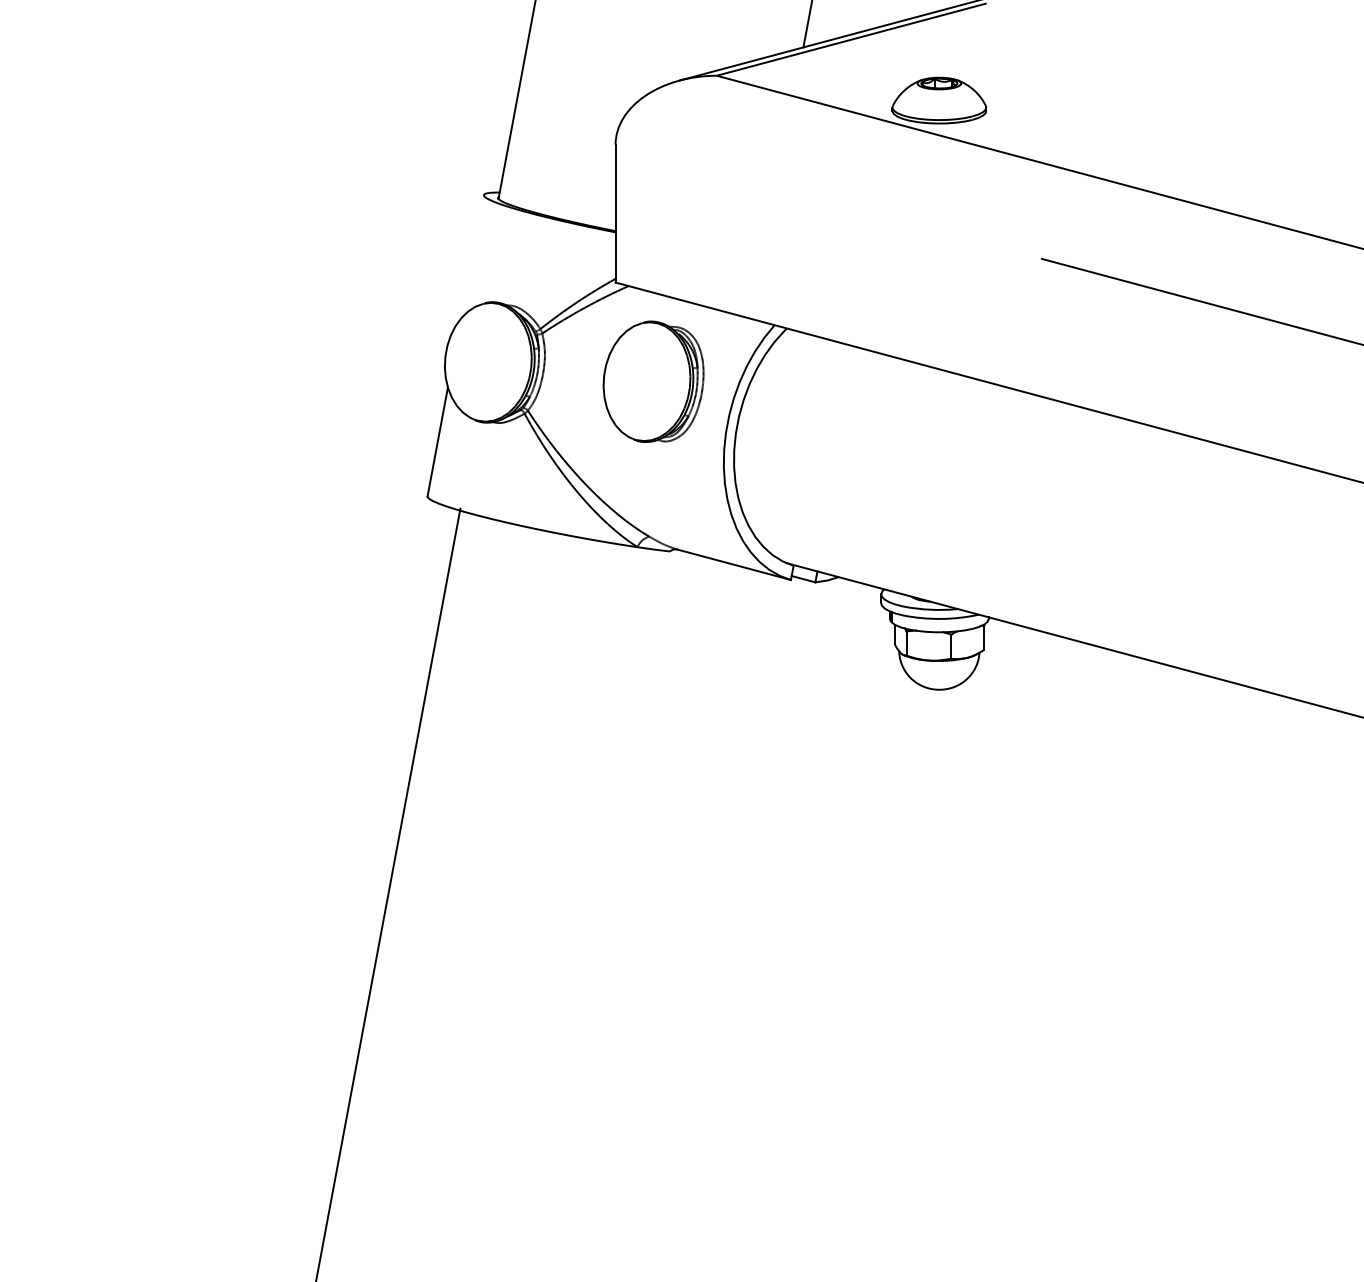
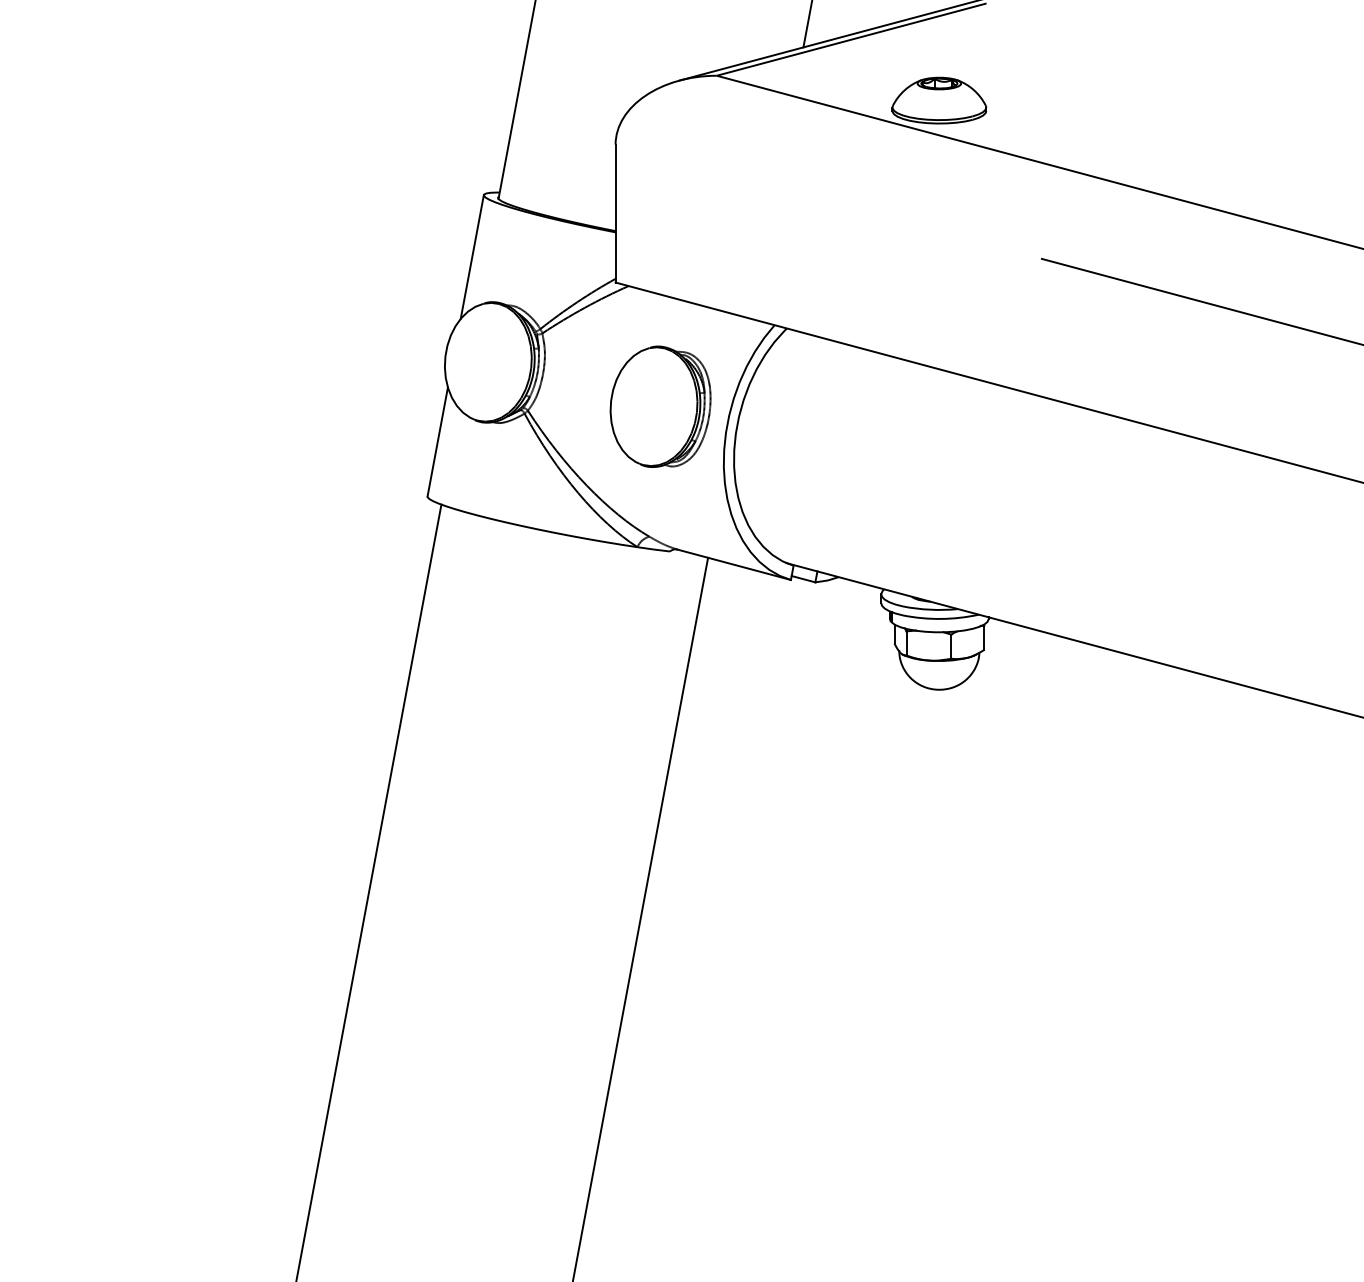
line at (471, 256): none -> present
part at (653, 381) position: (653, 381) -> (660, 406)
line at (388, 893) position: (388, 893) -> (368, 891)
line at (640, 917): none -> present
